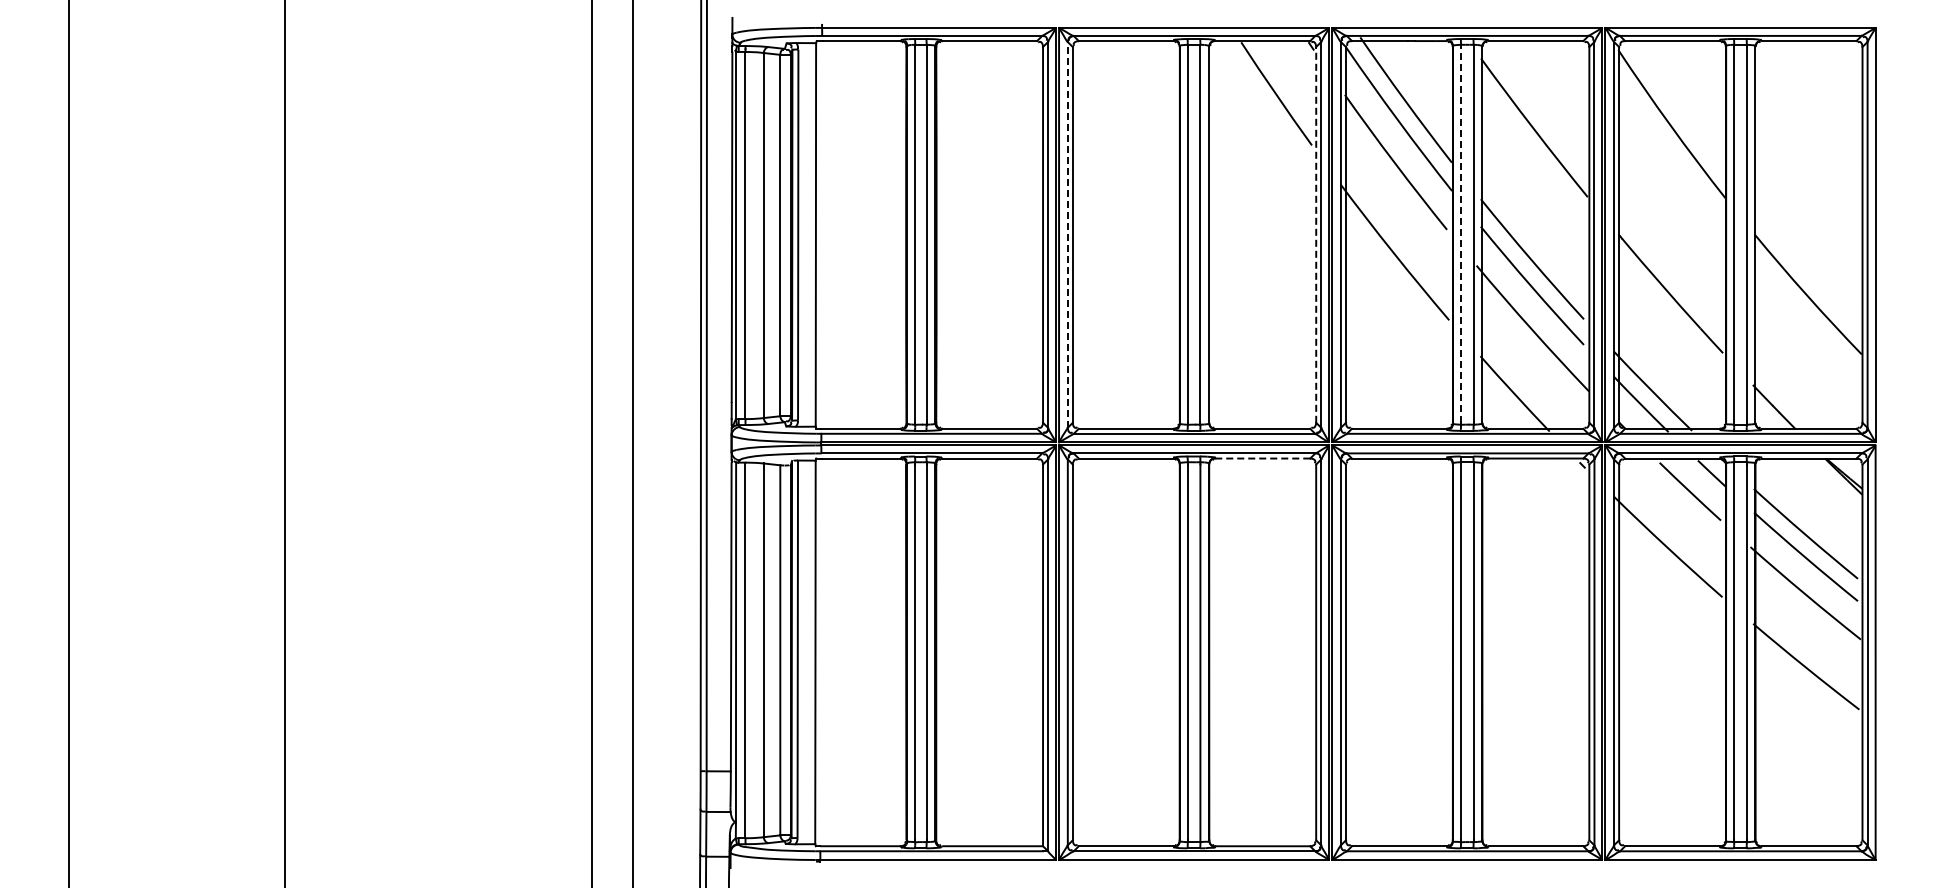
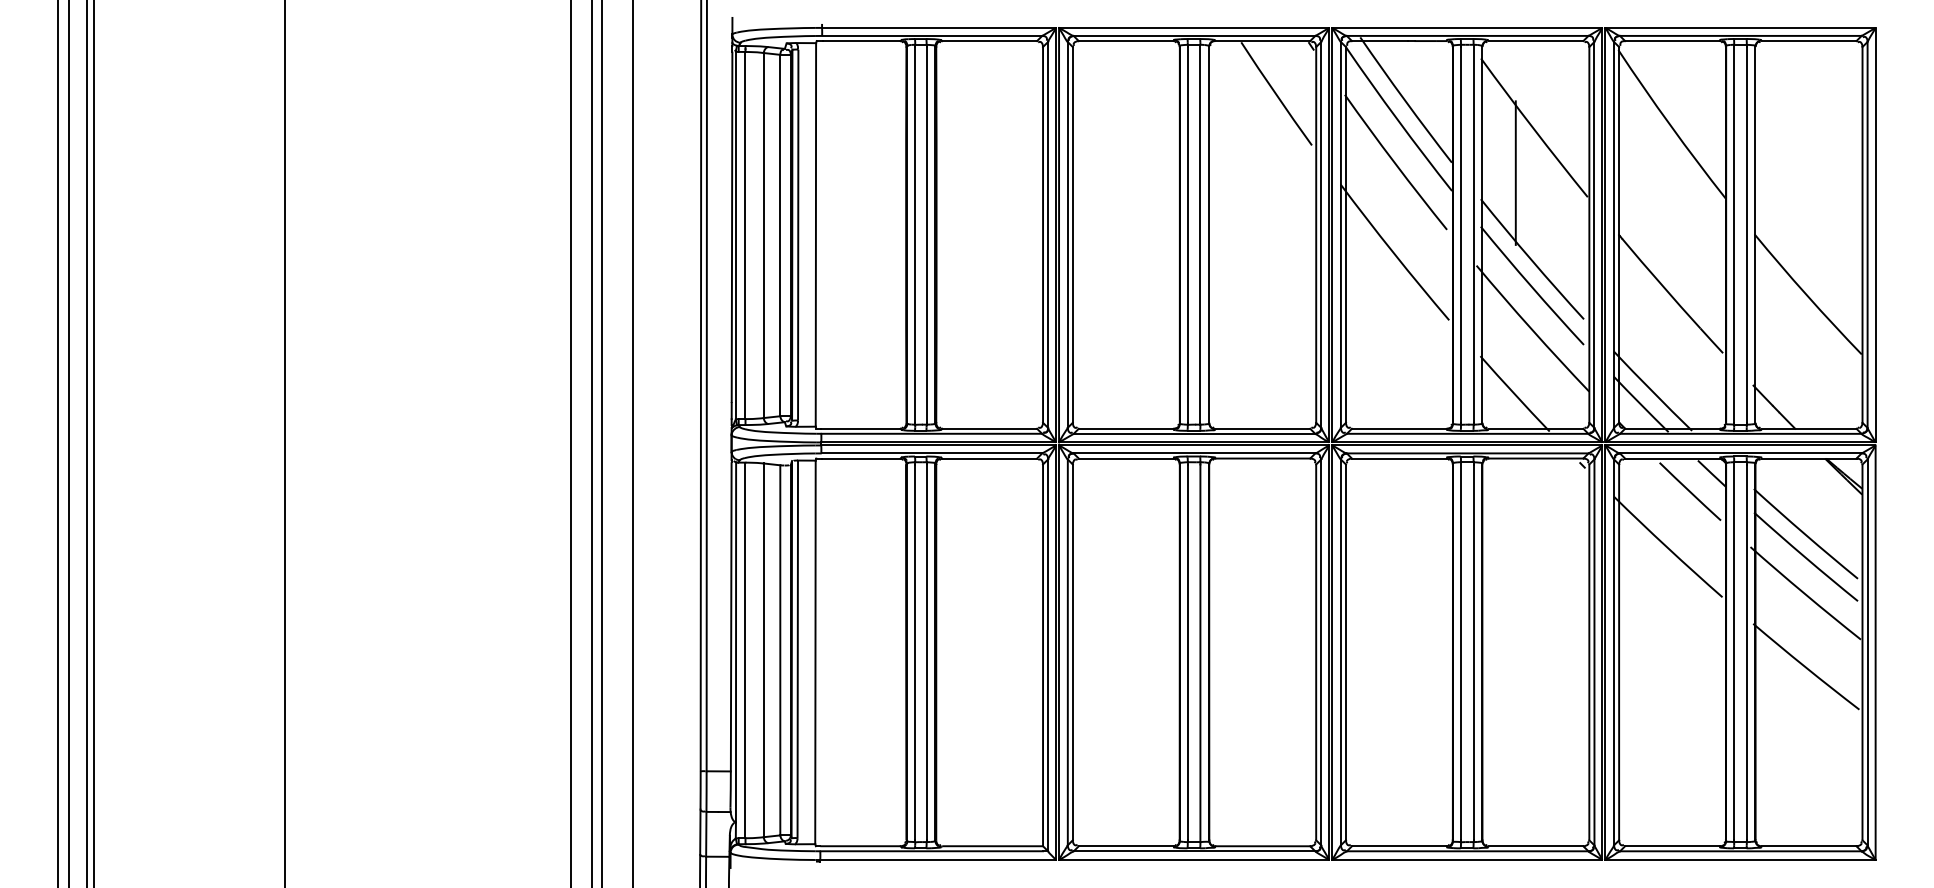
line at (1515, 172): none -> present
line at (1067, 234): dashed -> solid
line at (1316, 234): dashed -> solid
line at (1460, 234): dashed -> solid
line at (58, 443): none -> present
line at (86, 443): none -> present
line at (93, 443): none -> present
line at (571, 443): none -> present
line at (602, 443): none -> present
line at (1262, 458): dashed -> solid
